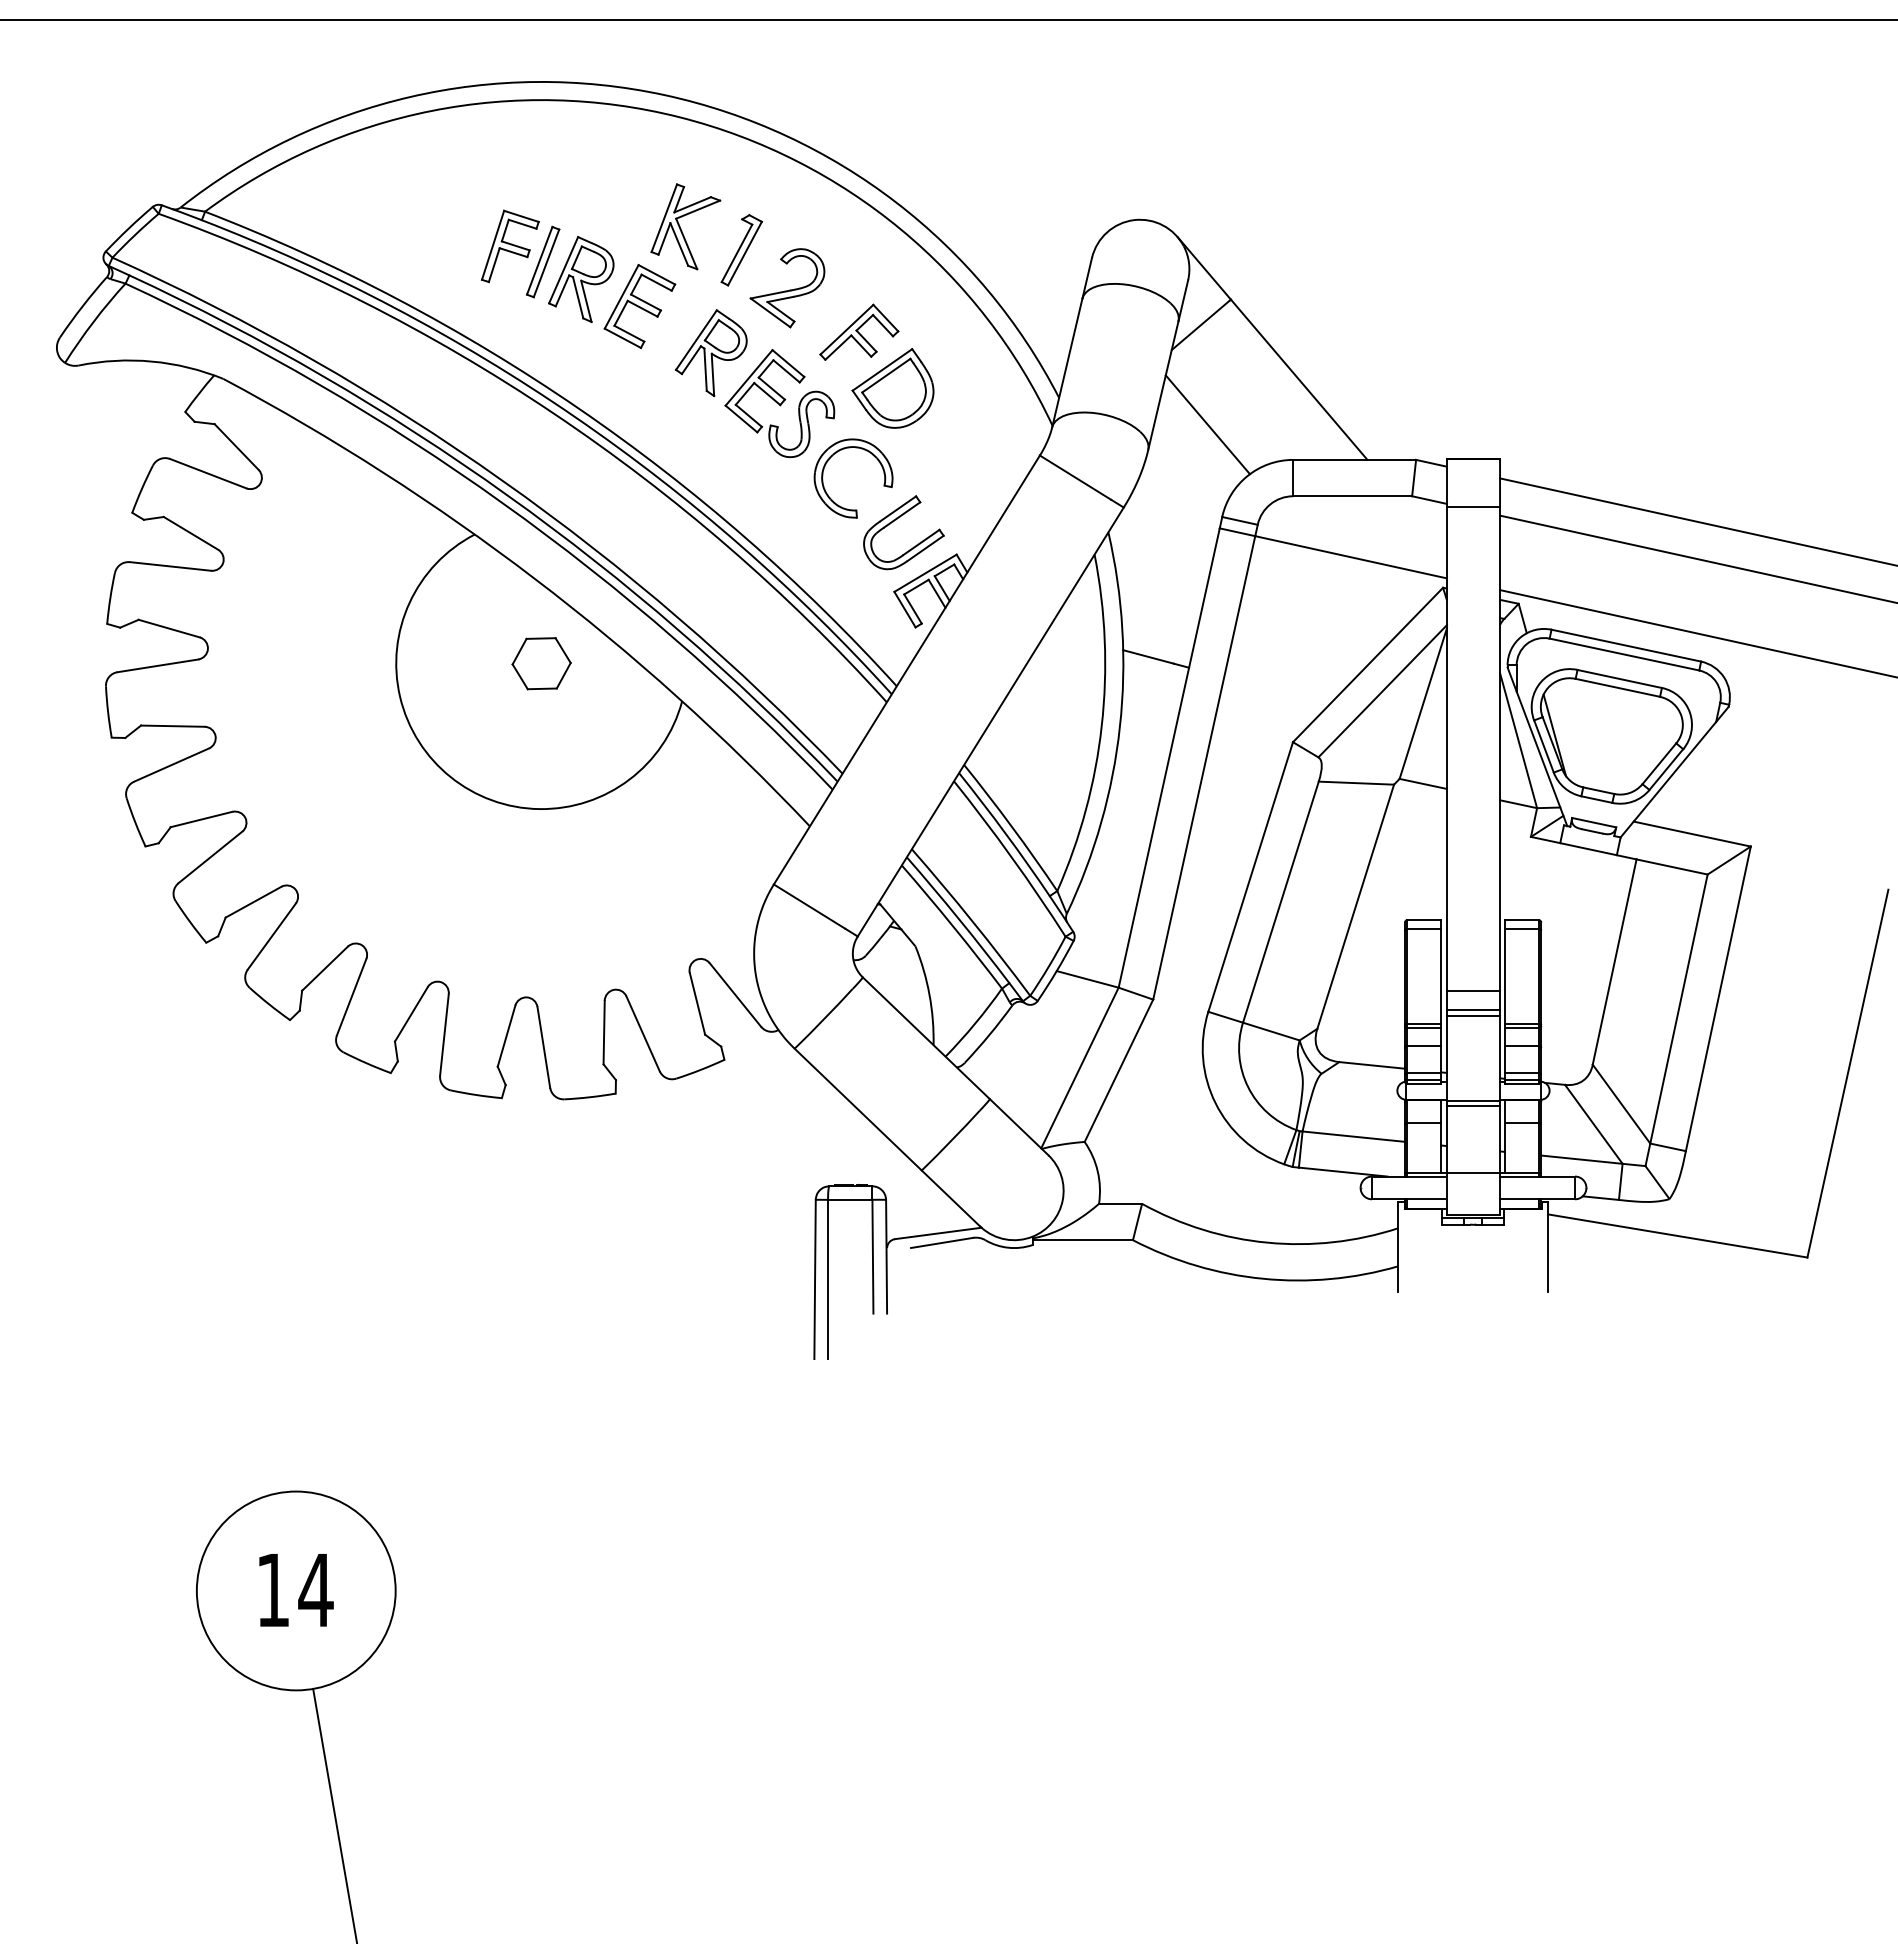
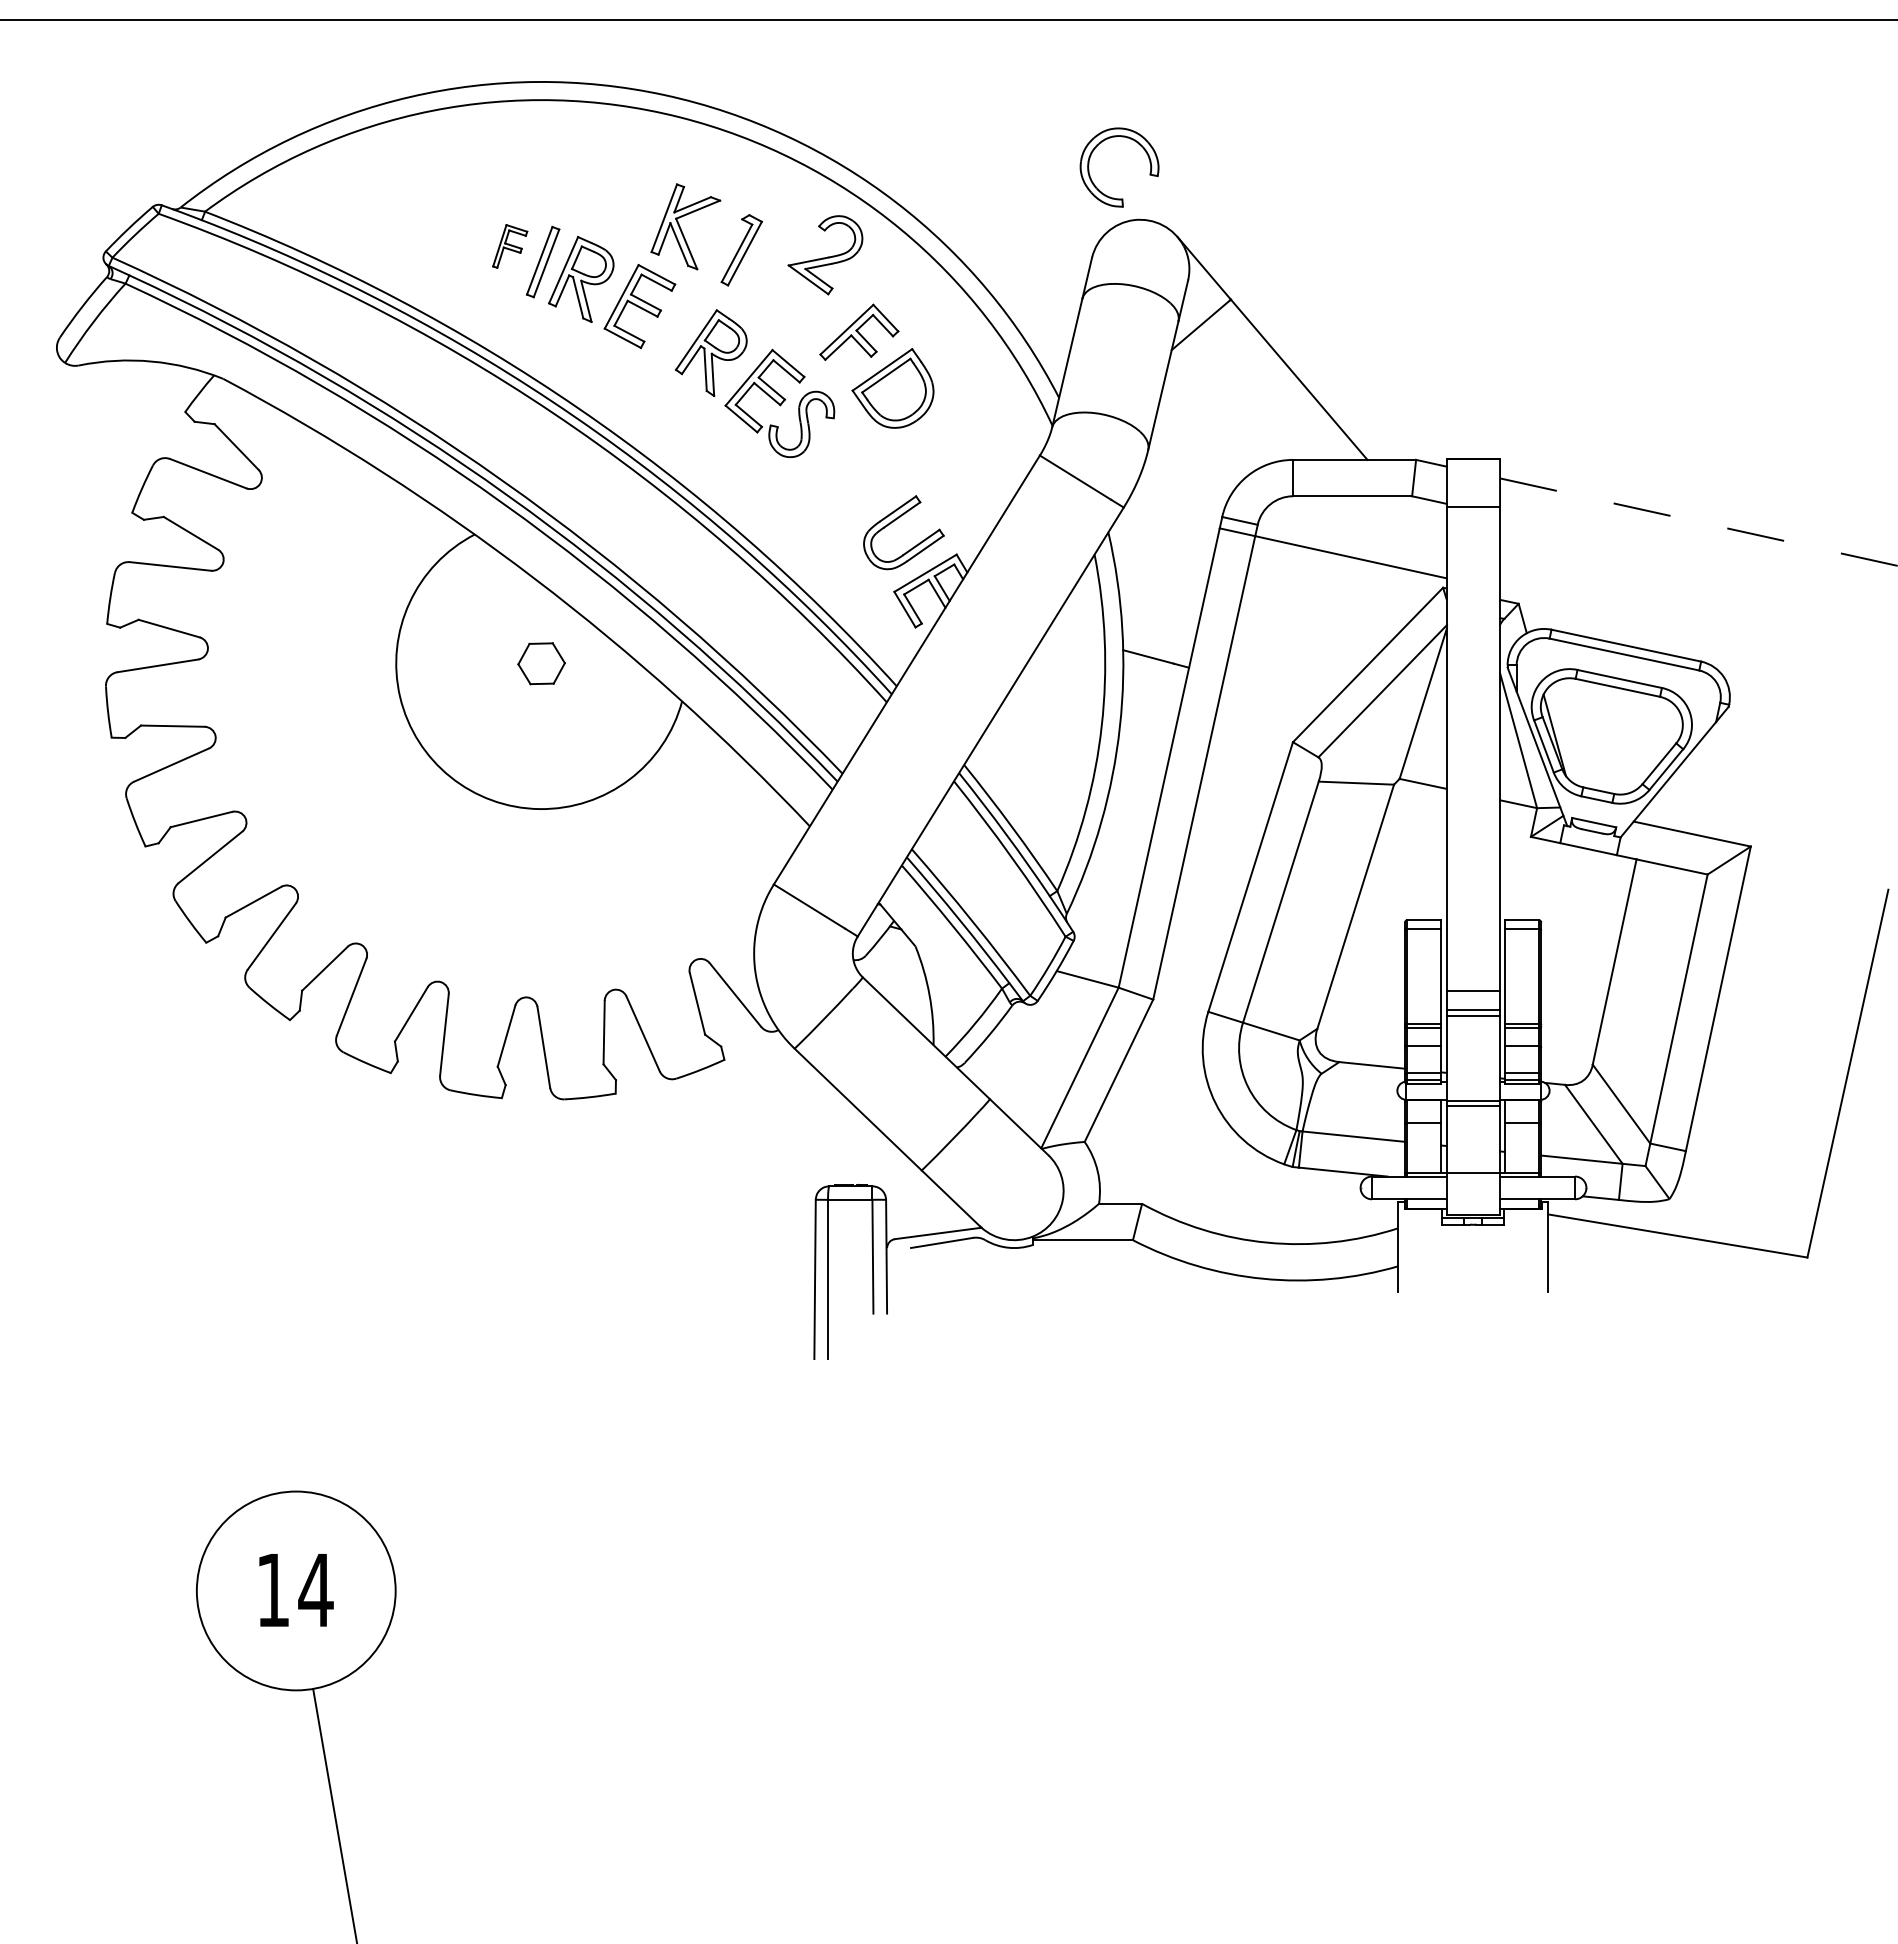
part at (509, 246) size: 60x75 px -> 37x45 px
part at (787, 288) position: (787, 288) -> (825, 255)
line at (1207, 424): present -> none
part at (828, 494) position: (828, 494) -> (1094, 183)
line at (1698, 522): solid -> dashed
line at (1697, 558): present -> none
line at (1697, 633): present -> none
part at (541, 663) size: 61x54 px -> 49x44 px
